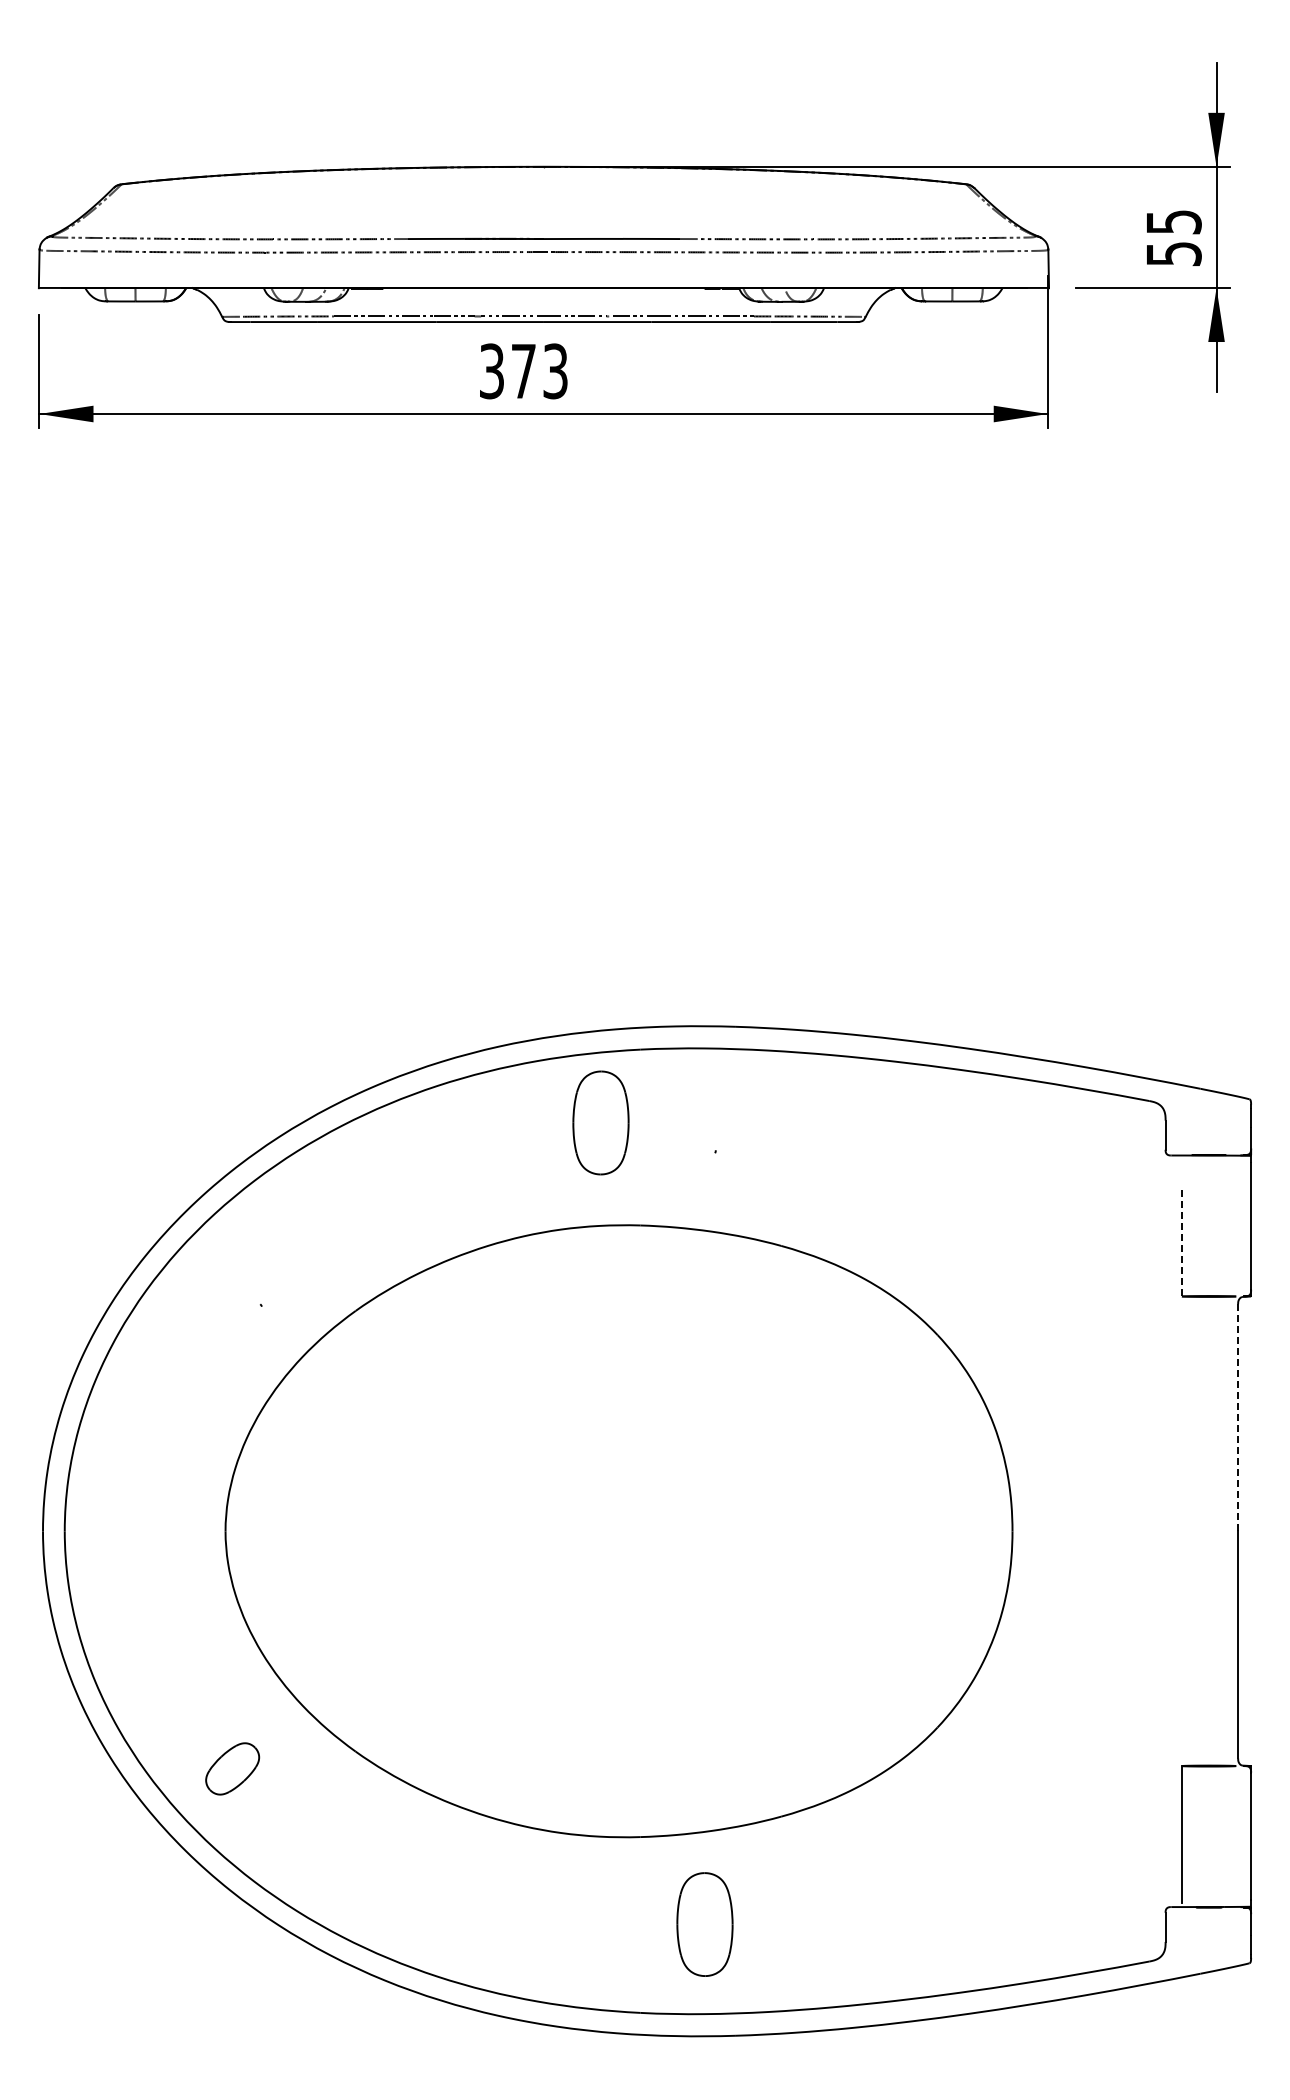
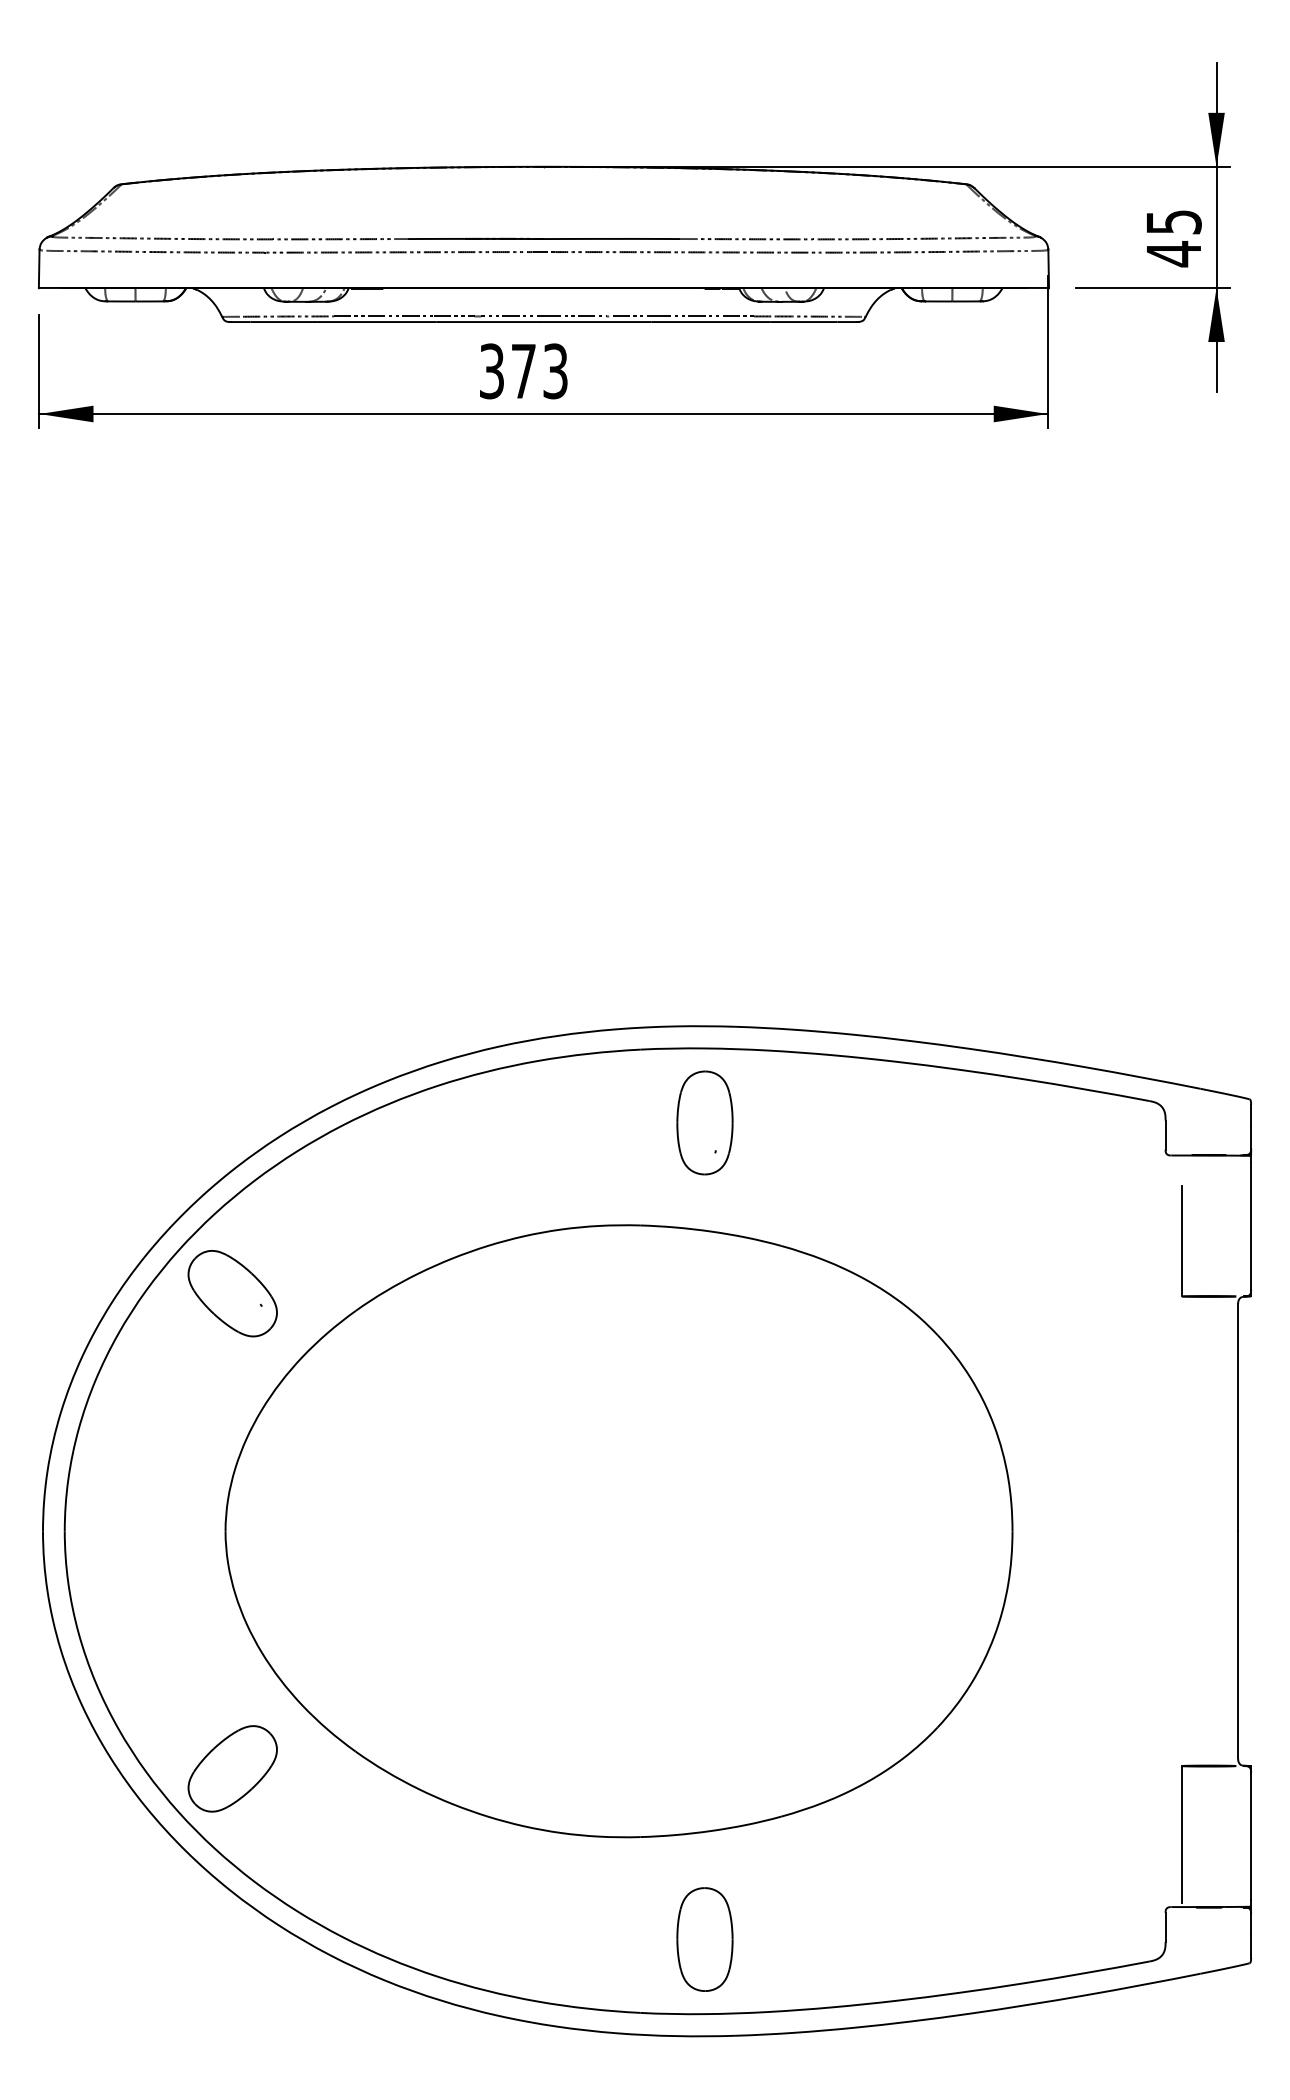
text at (1174, 254): 55 -> 45
part at (600, 1122) position: (600, 1122) -> (704, 1122)
line at (1182, 1240): dashed -> solid
part at (232, 1293): none -> present
line at (1238, 1417): dashed -> solid
part at (232, 1768) size: 56x54 px -> 91x88 px
part at (704, 1924) position: (704, 1924) -> (704, 1939)
